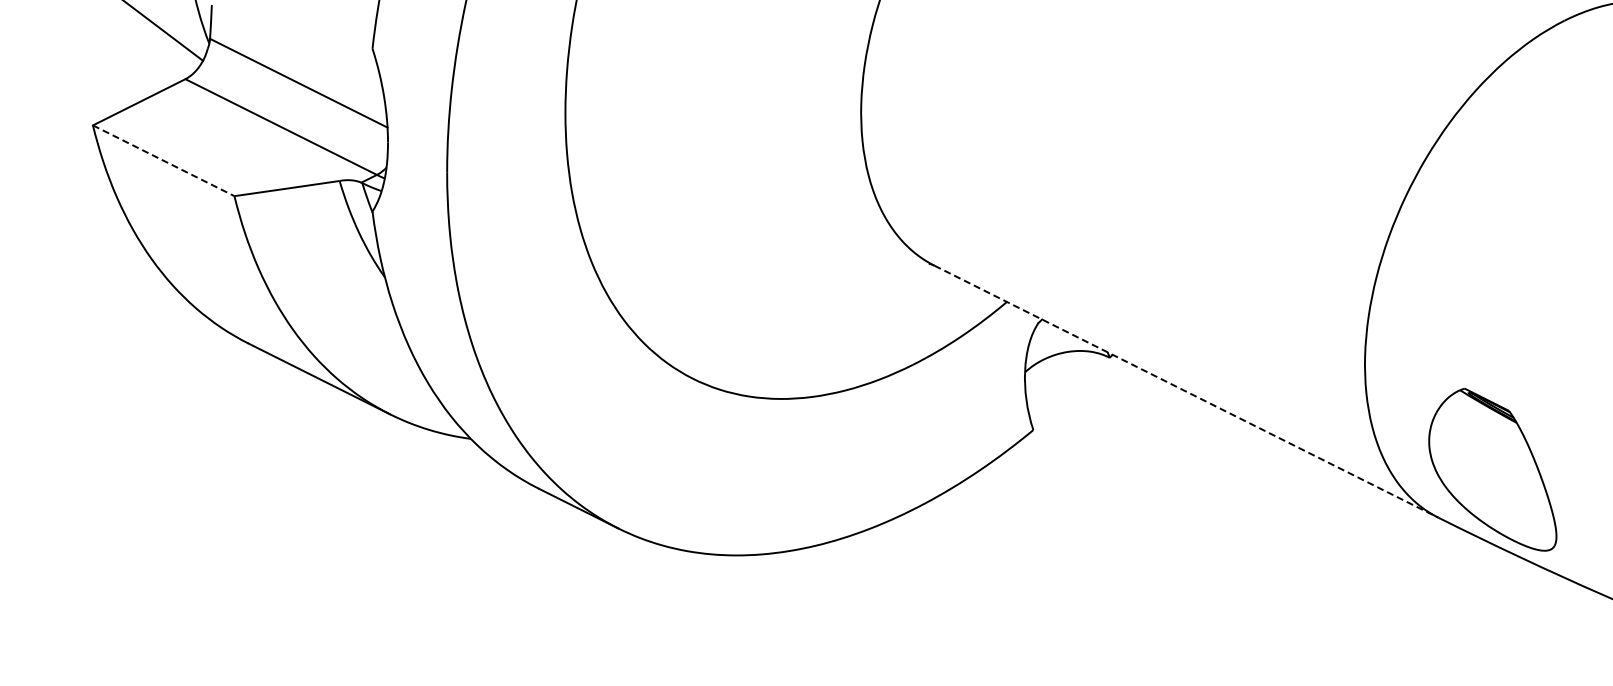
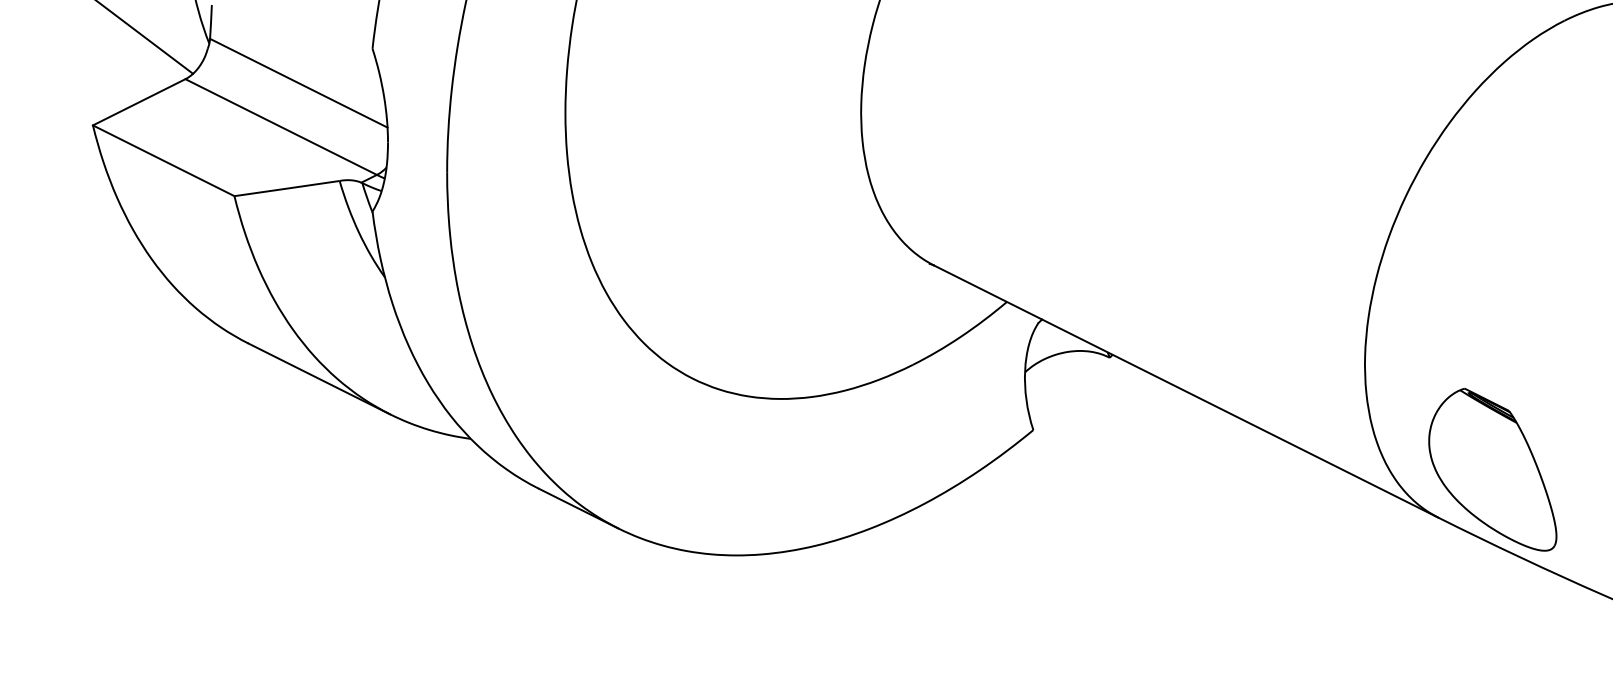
line at (164, 31) position: (164, 31) -> (145, 37)
line at (164, 161): dashed -> solid
line at (1186, 391): dashed -> solid
